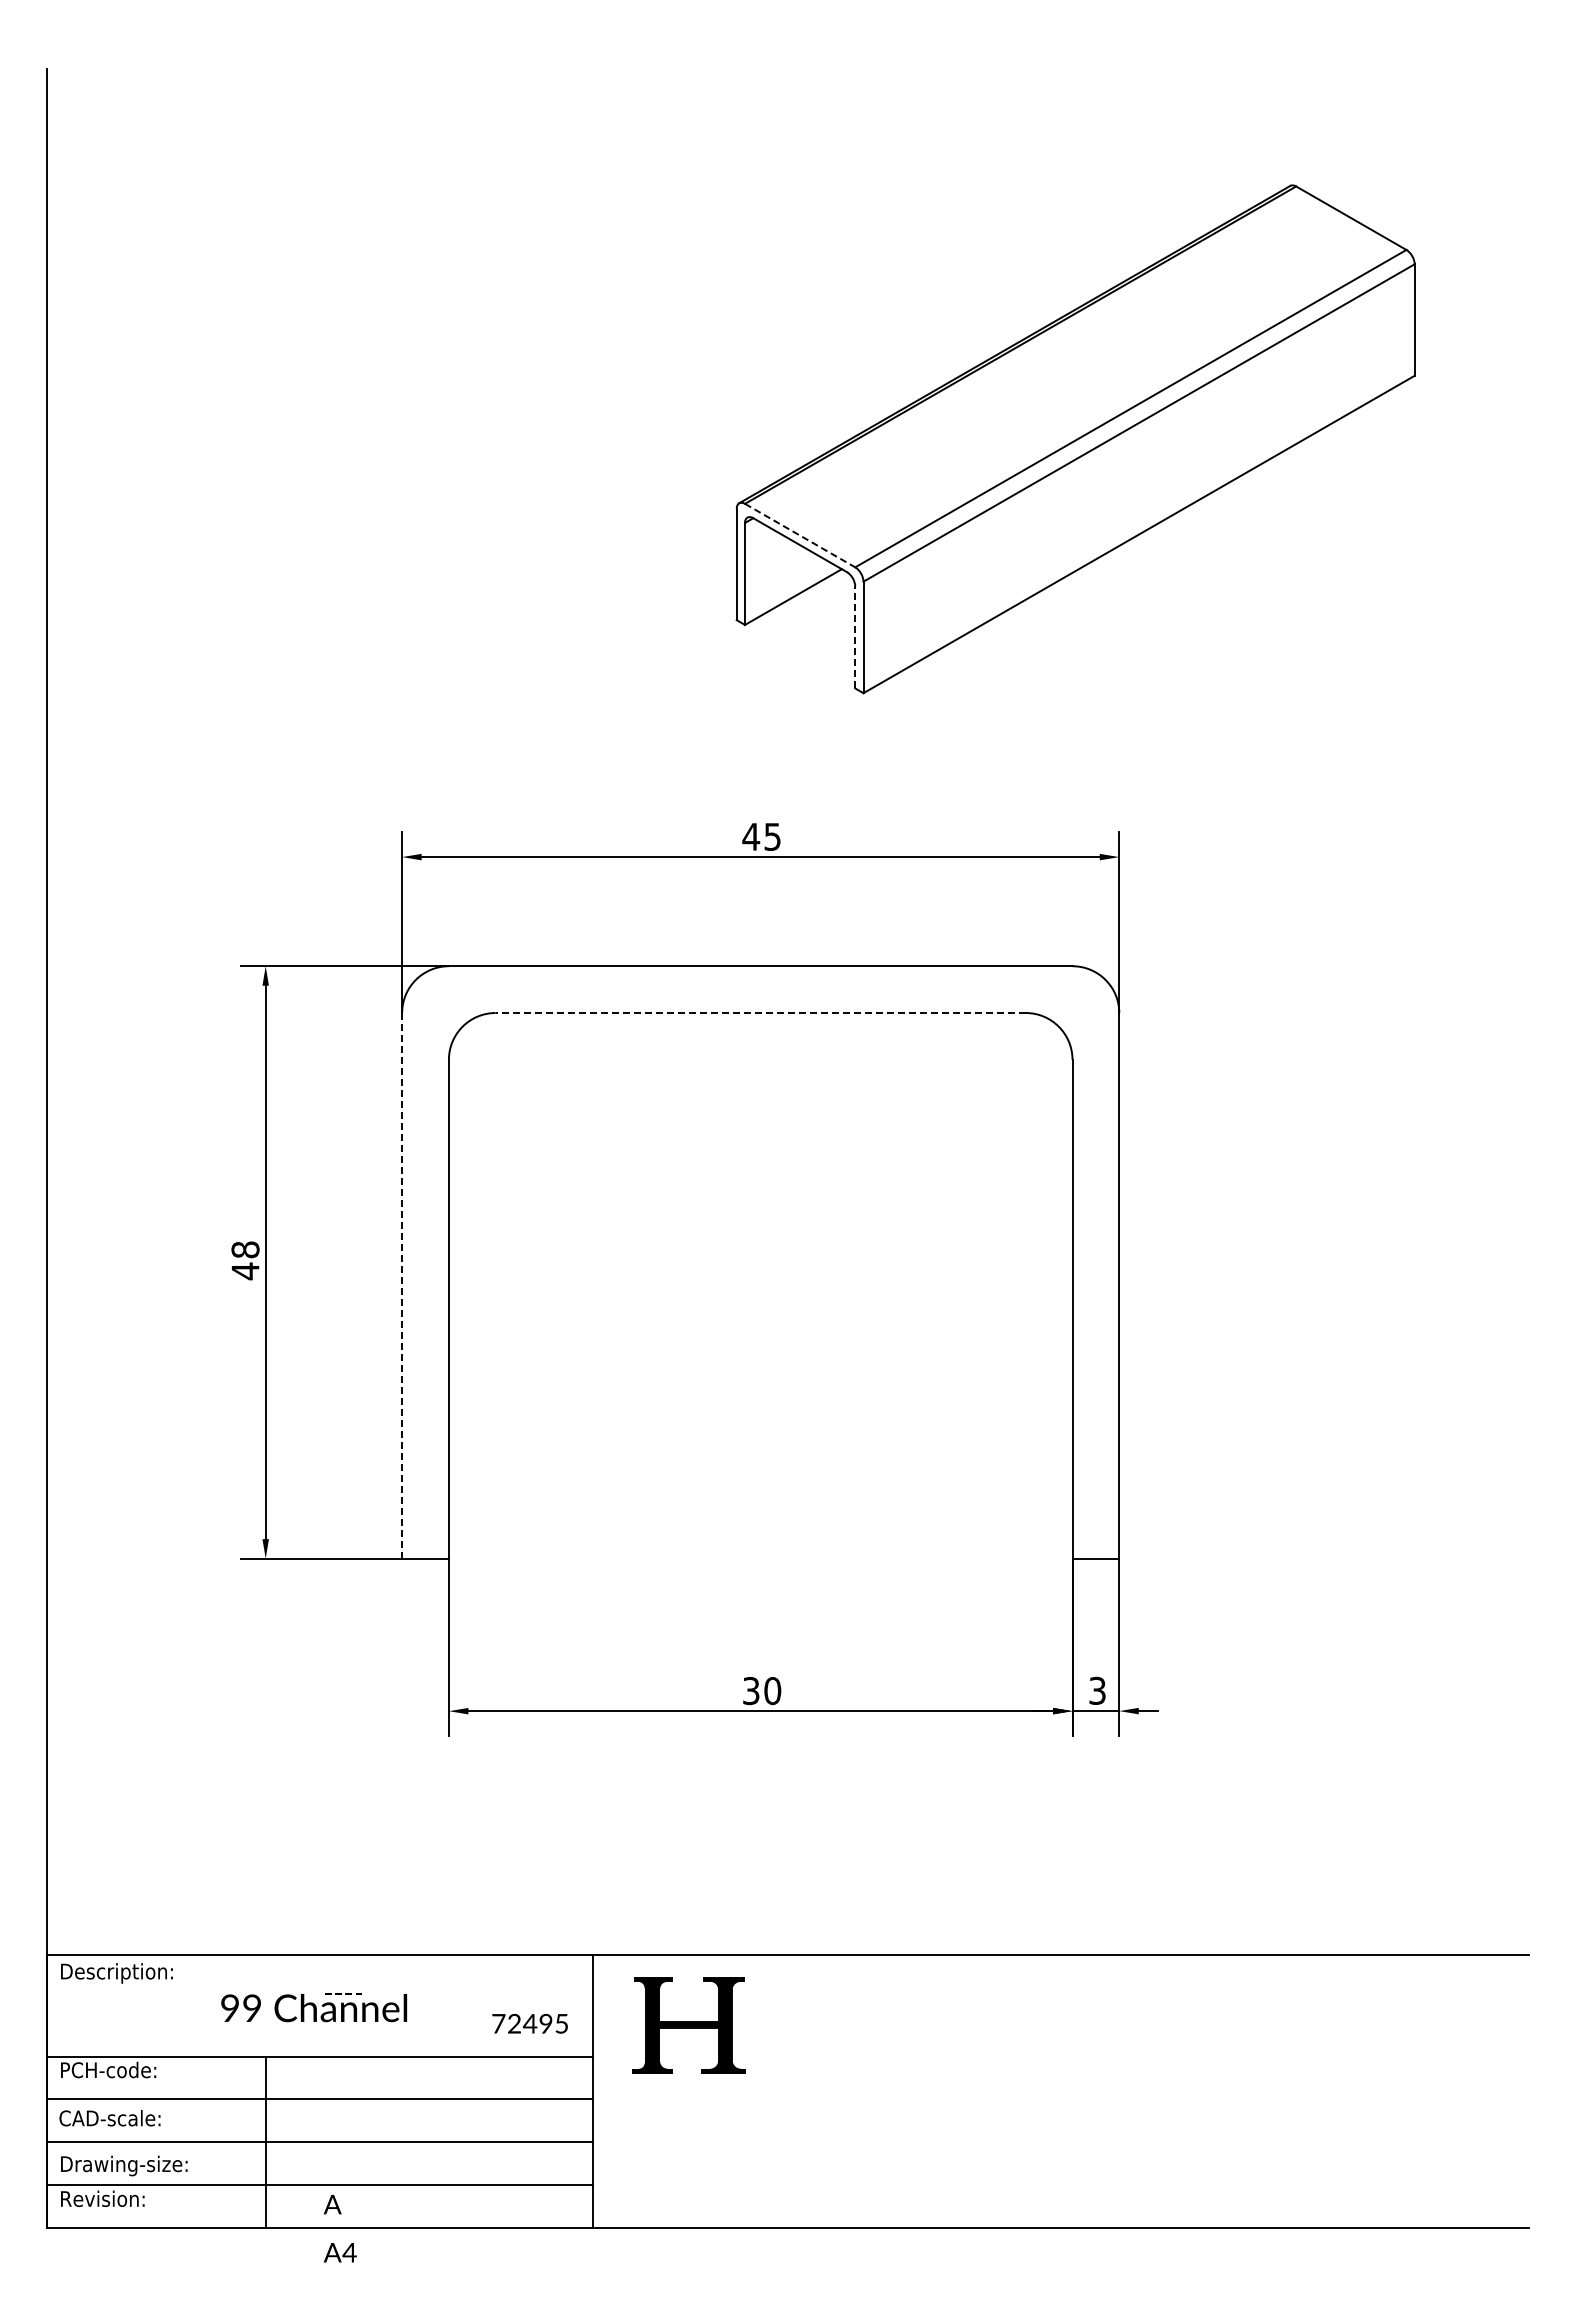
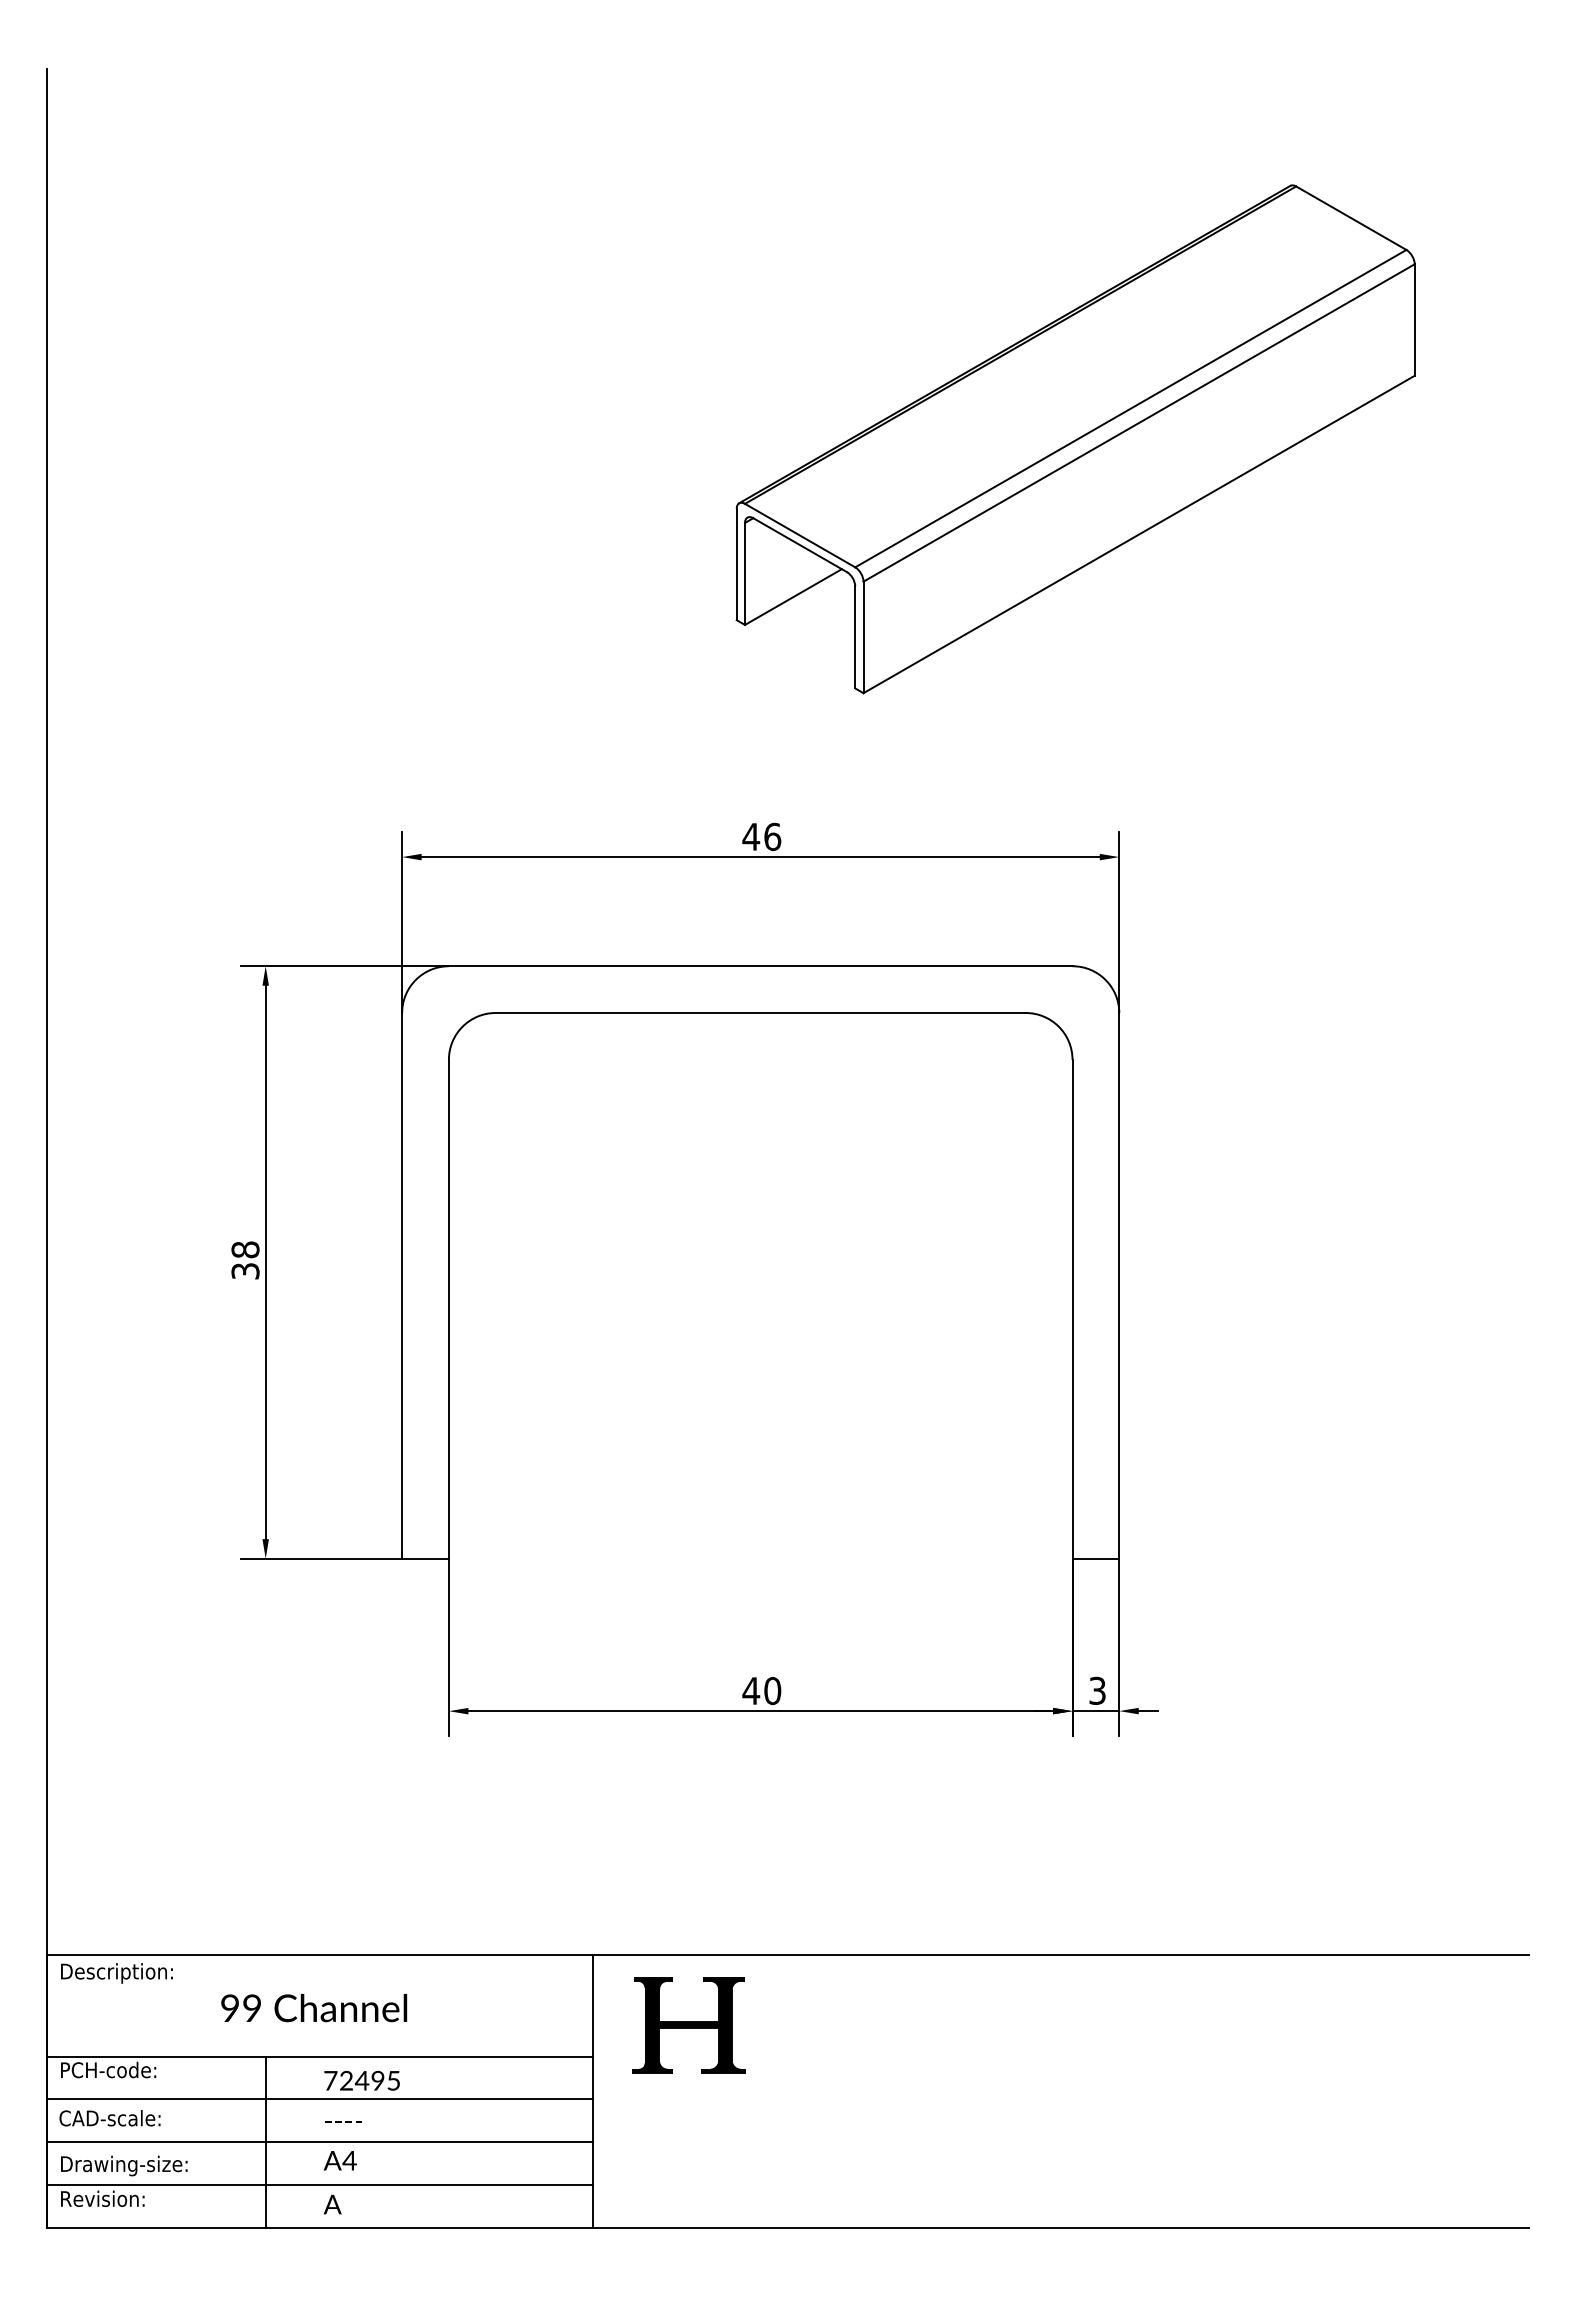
line at (800, 535): dashed -> solid
line at (855, 637): dashed -> solid
text at (772, 836): 45 -> 46
line at (760, 1013): dashed -> solid
text at (245, 1271): 48 -> 38
line at (402, 1285): dashed -> solid
text at (751, 1691): 30 -> 40
text at (343, 1993) position: (343, 1993) -> (343, 2121)
text at (529, 2023) position: (529, 2023) -> (361, 2080)
text at (339, 2252) position: (339, 2252) -> (339, 2160)
